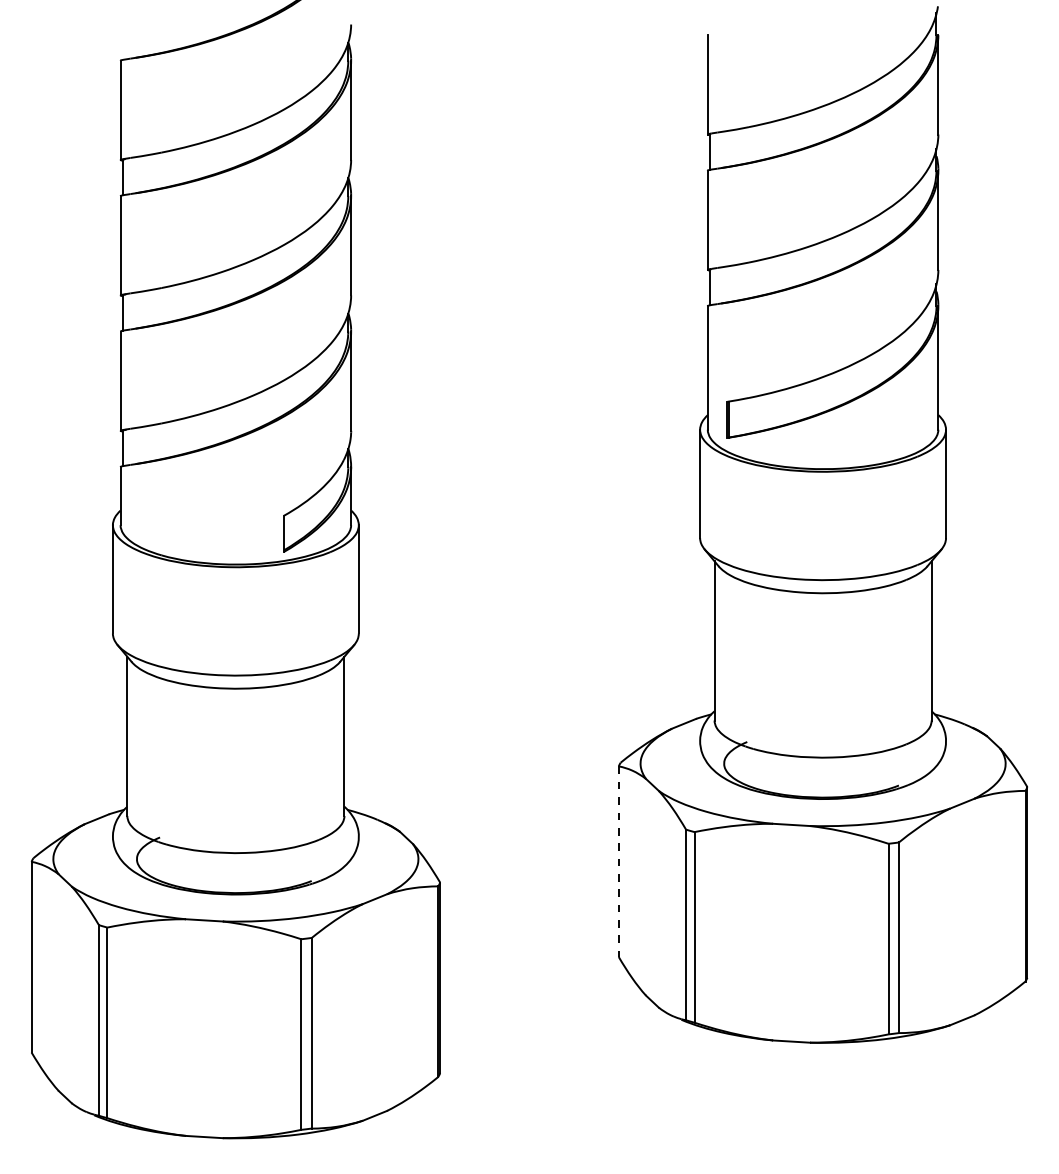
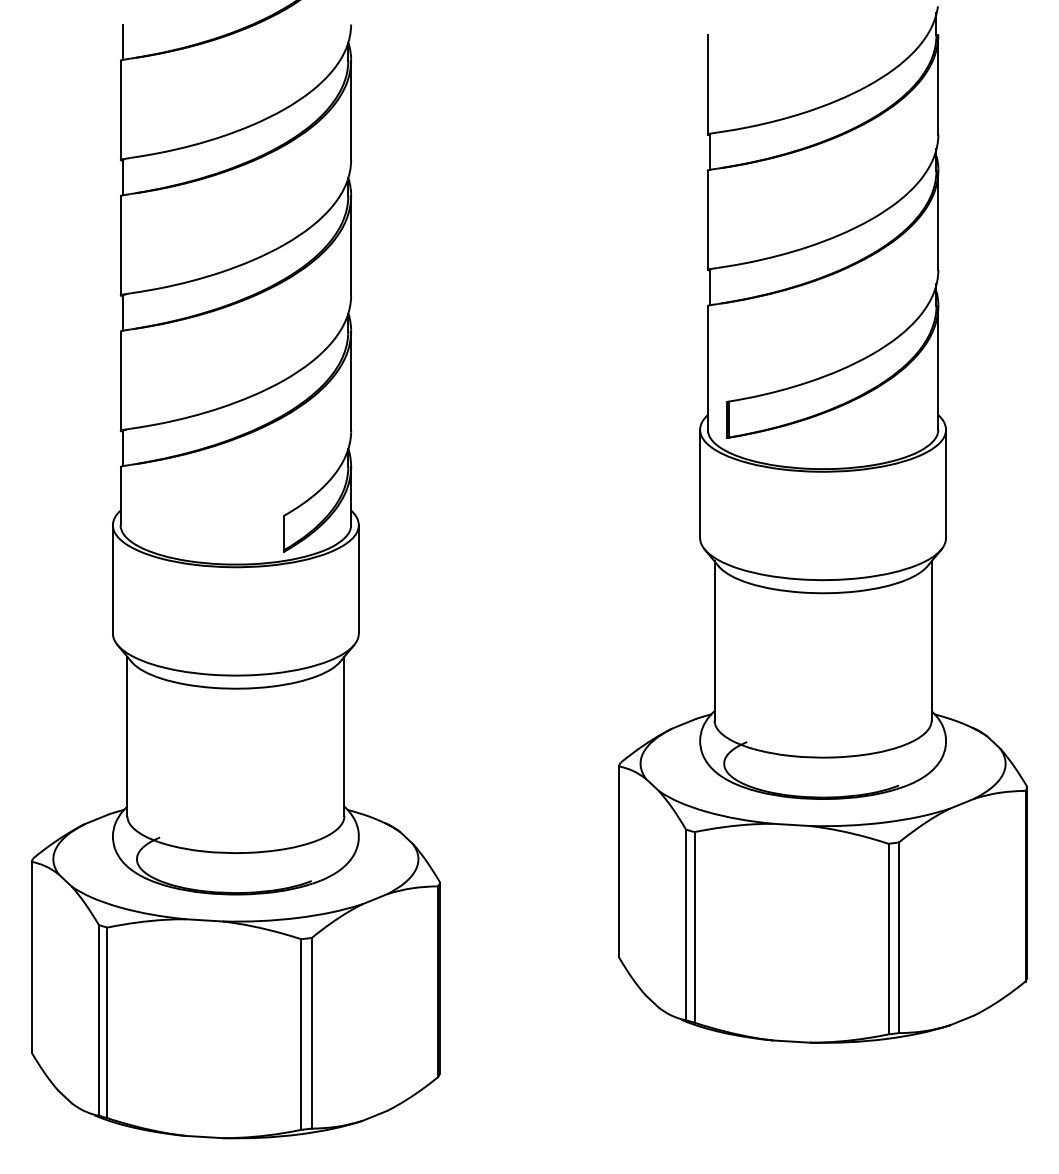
line at (123, 41): none -> present
line at (618, 862): dashed -> solid
